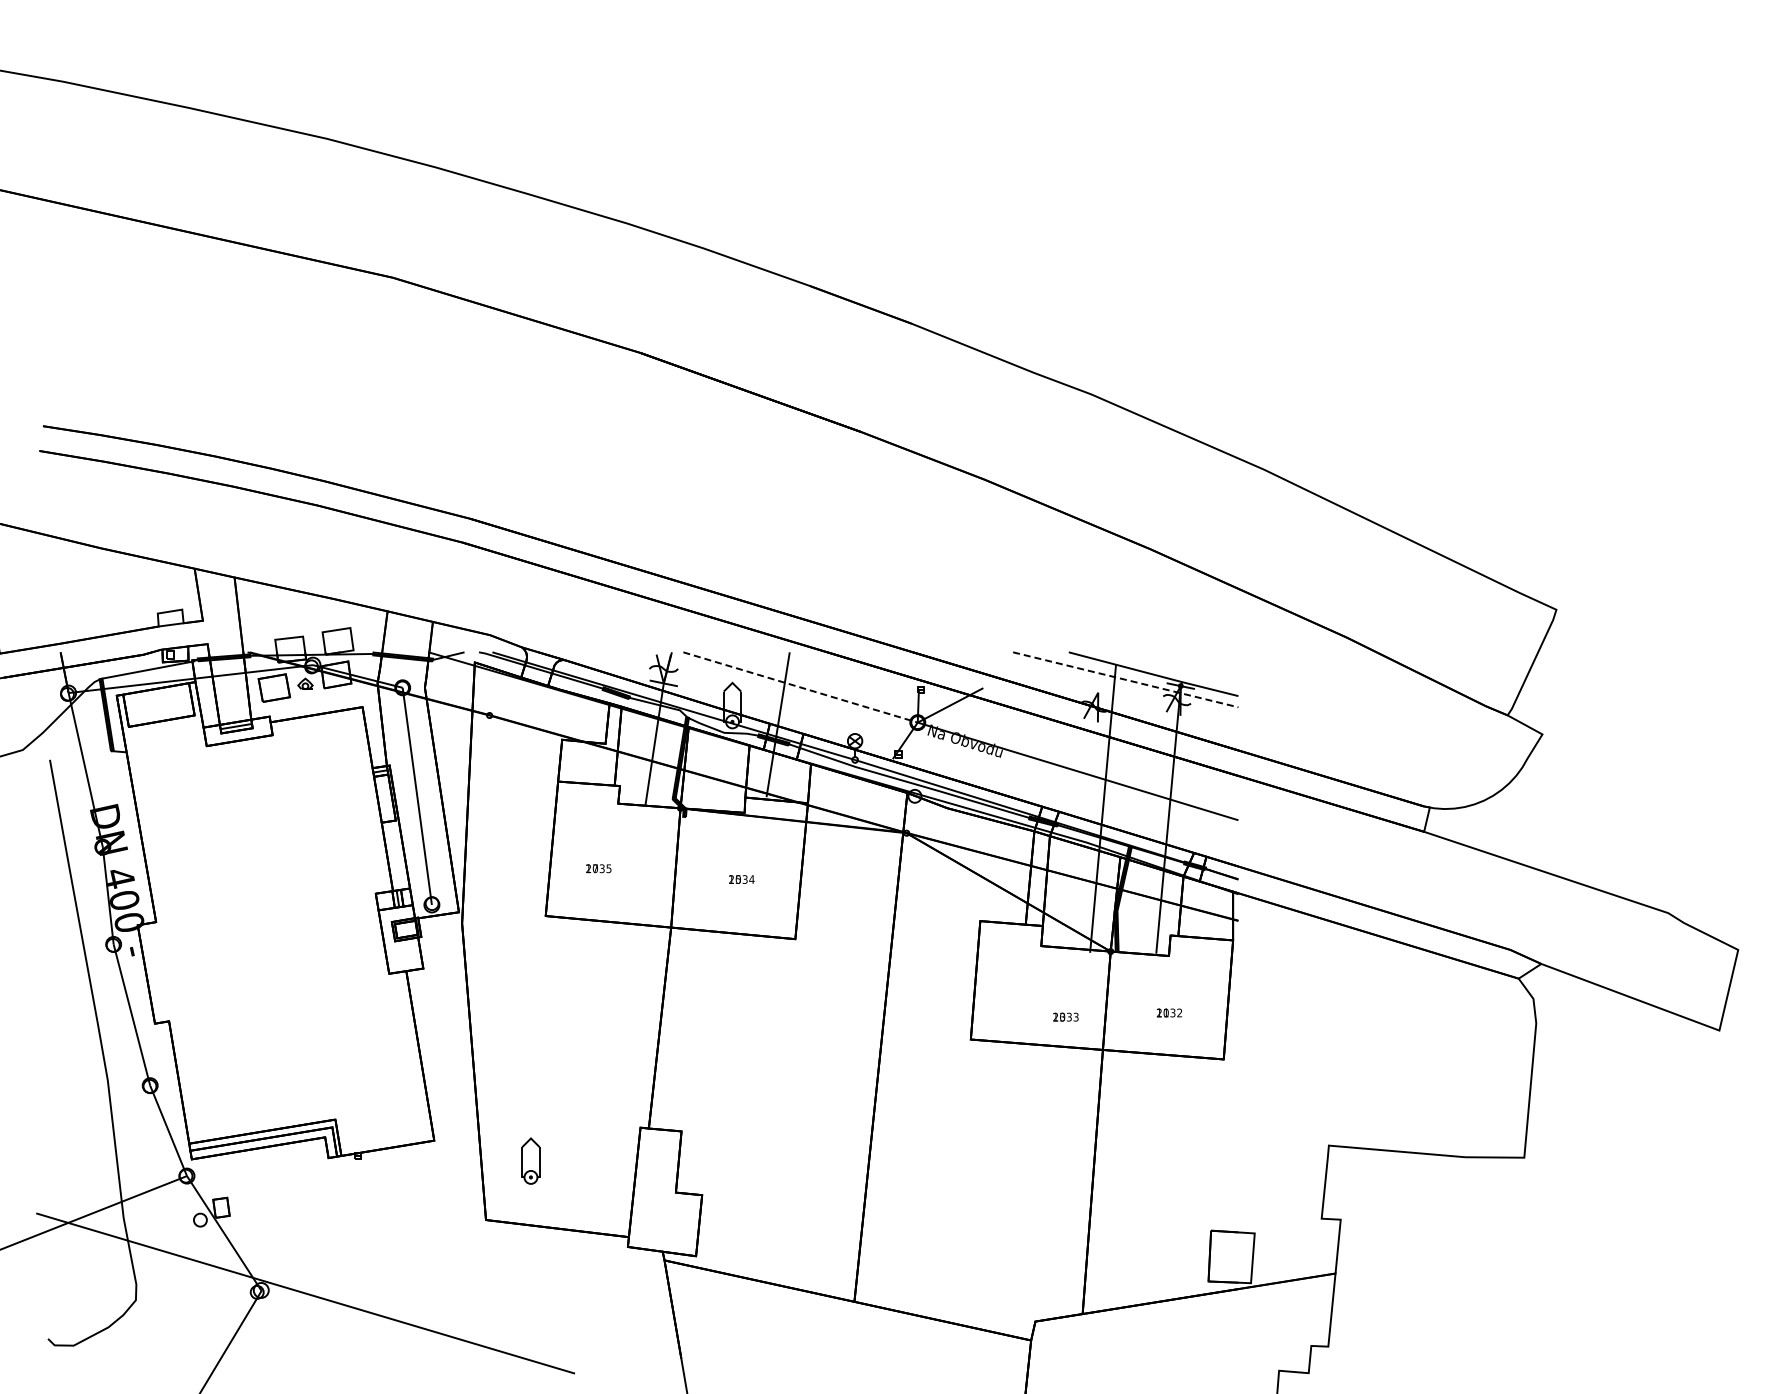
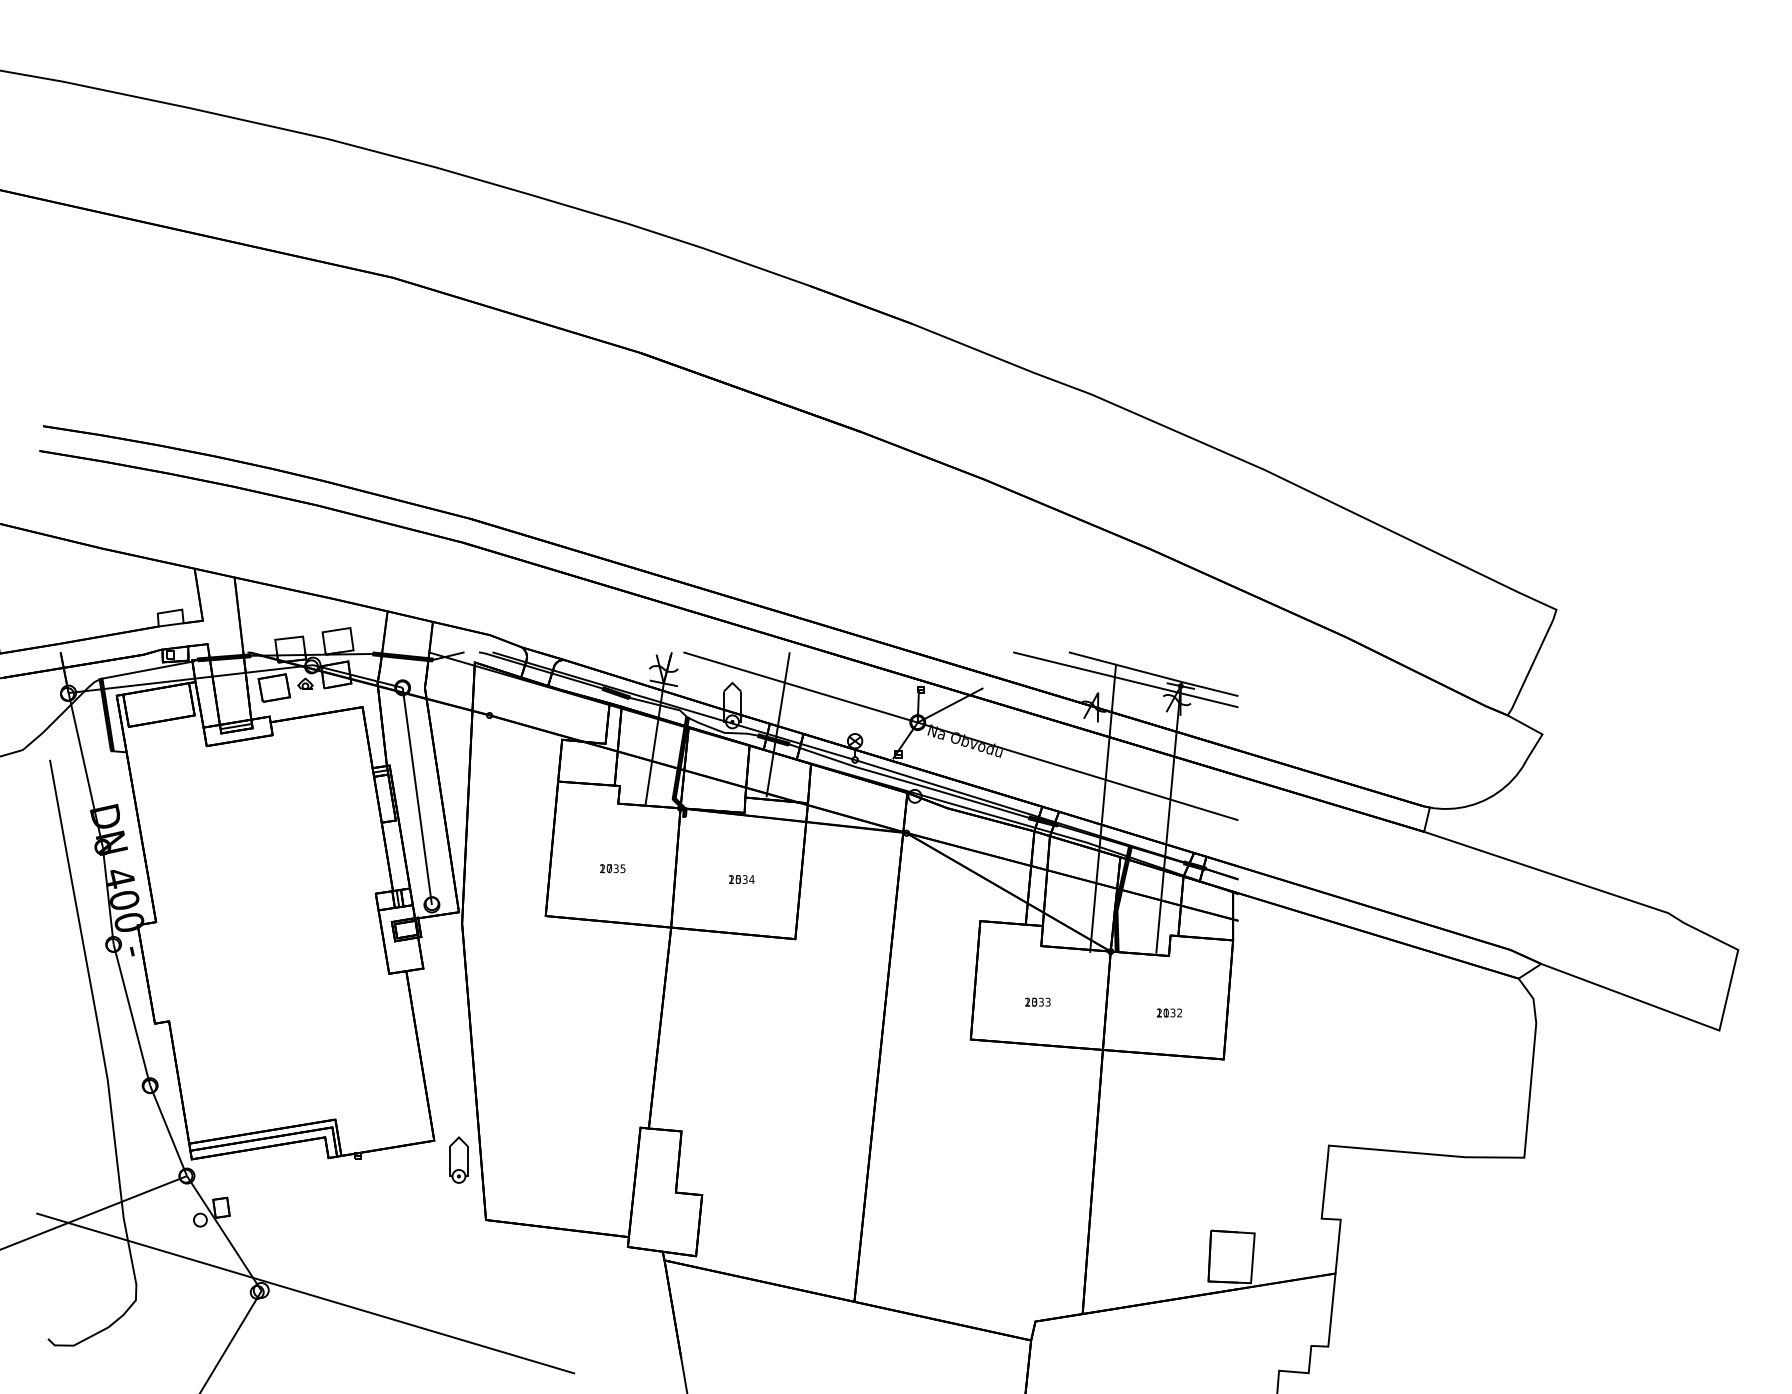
line at (1125, 679): dashed -> solid
line at (801, 687): dashed -> solid
text at (598, 868) position: (598, 868) -> (612, 868)
text at (1065, 1016) position: (1065, 1016) -> (1037, 1001)
part at (530, 1160) position: (530, 1160) -> (458, 1159)
